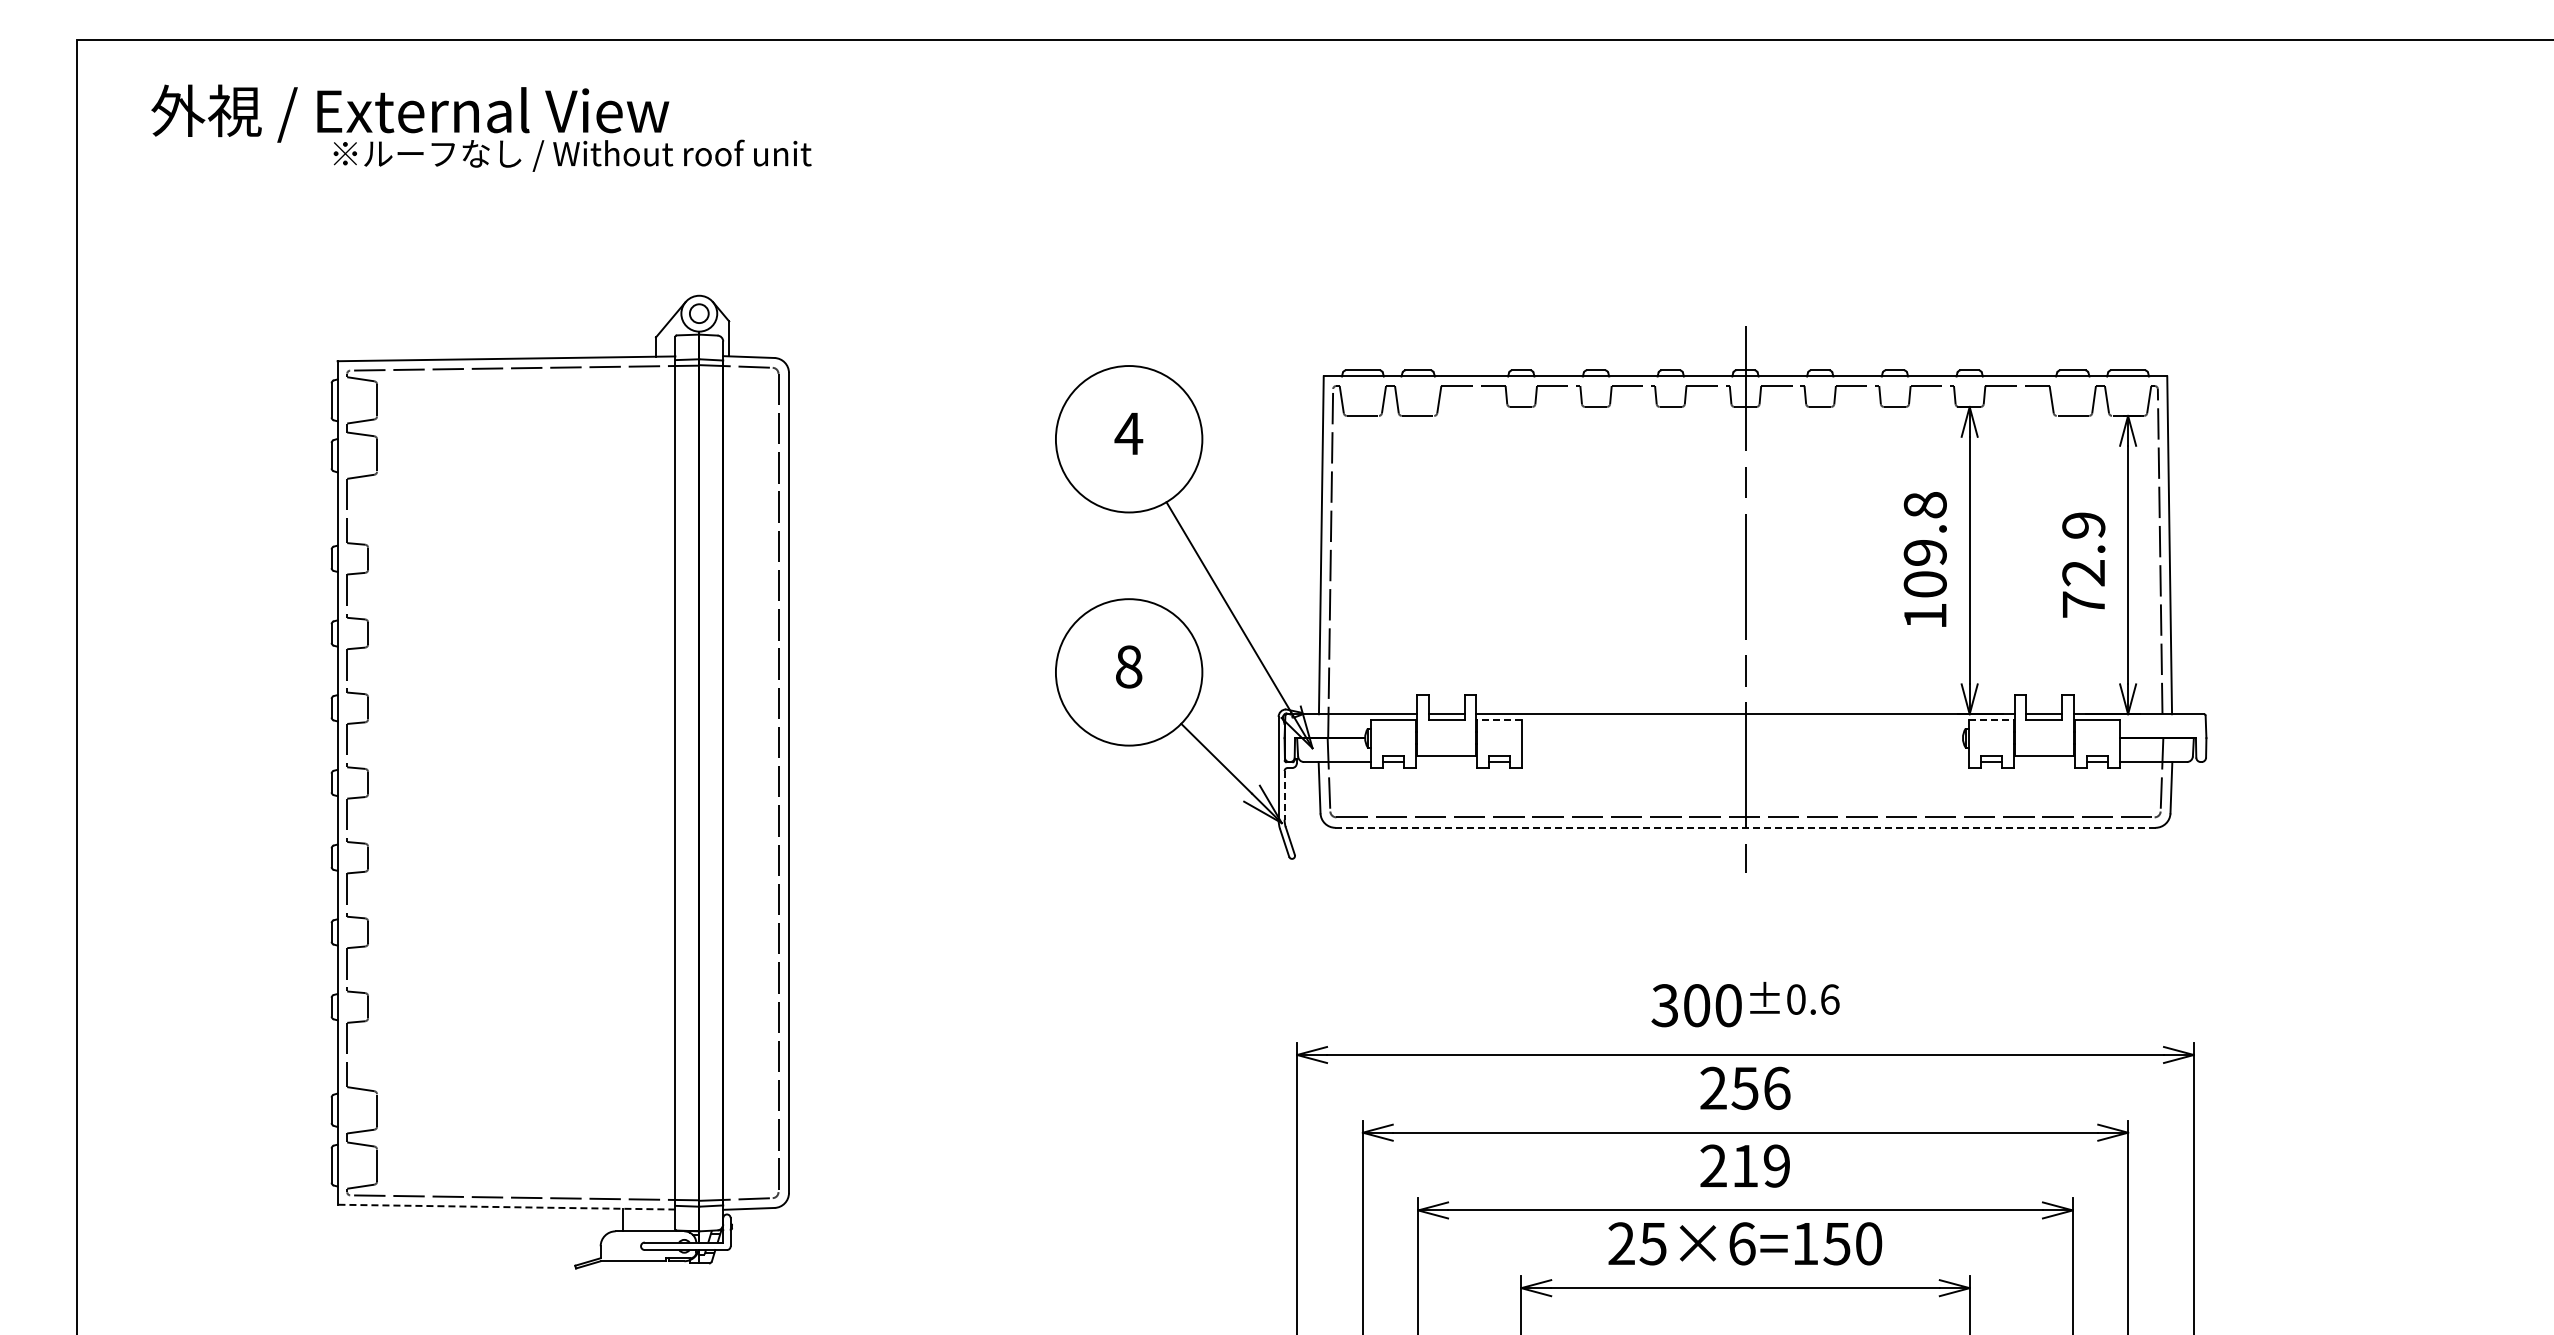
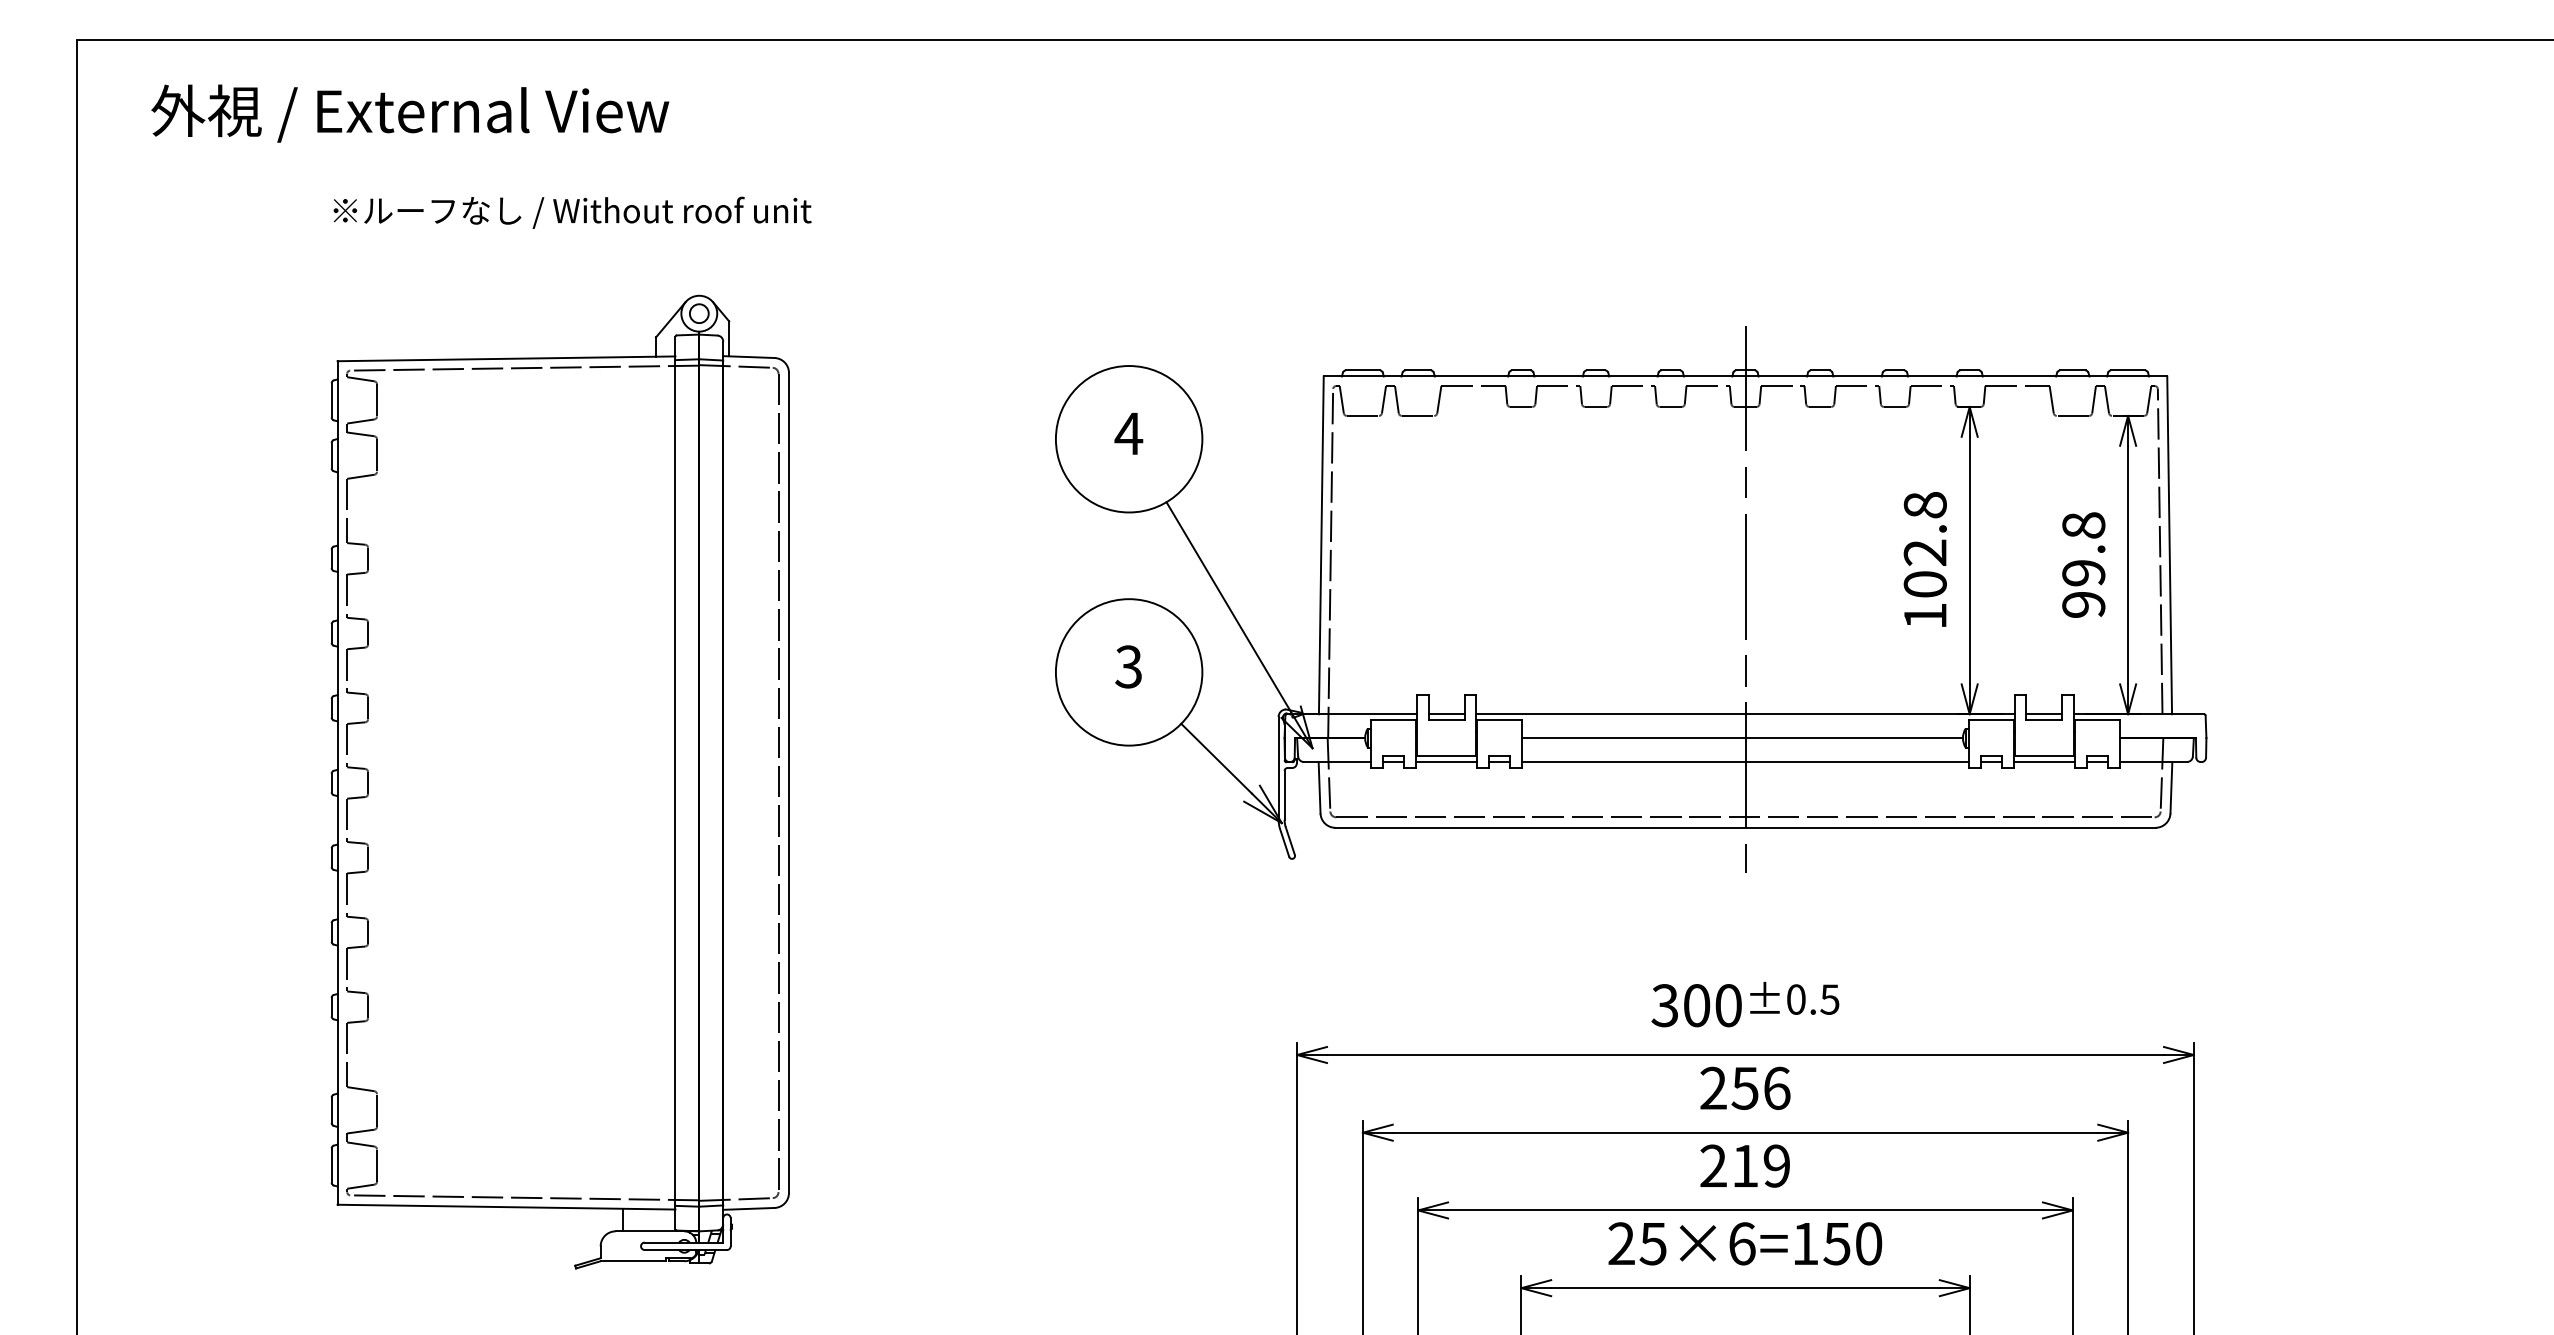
text at (572, 155) position: (572, 155) -> (572, 212)
text at (1925, 552): 109.8 -> 102.8
text at (2083, 564): 72.9 -> 99.8
text at (1128, 666): 8 -> 3
line at (1499, 720): dashed -> solid
line at (1991, 720): dashed -> solid
line at (1742, 738): none -> present
line at (1446, 762): none -> present
line at (1745, 762): none -> present
line at (2044, 762): none -> present
line at (1284, 795): dashed -> solid
line at (1746, 827): dashed -> solid
text at (1829, 999): ±0.6 -> ±0.5
line at (506, 1207): dashed -> solid
